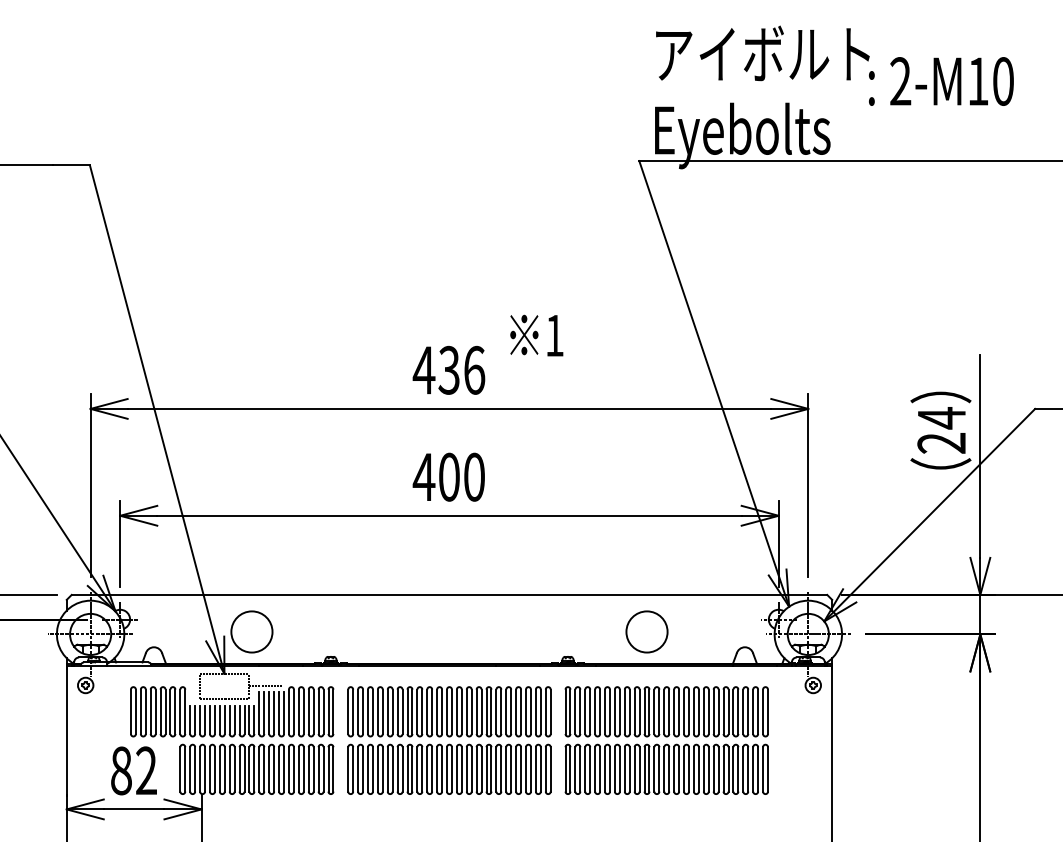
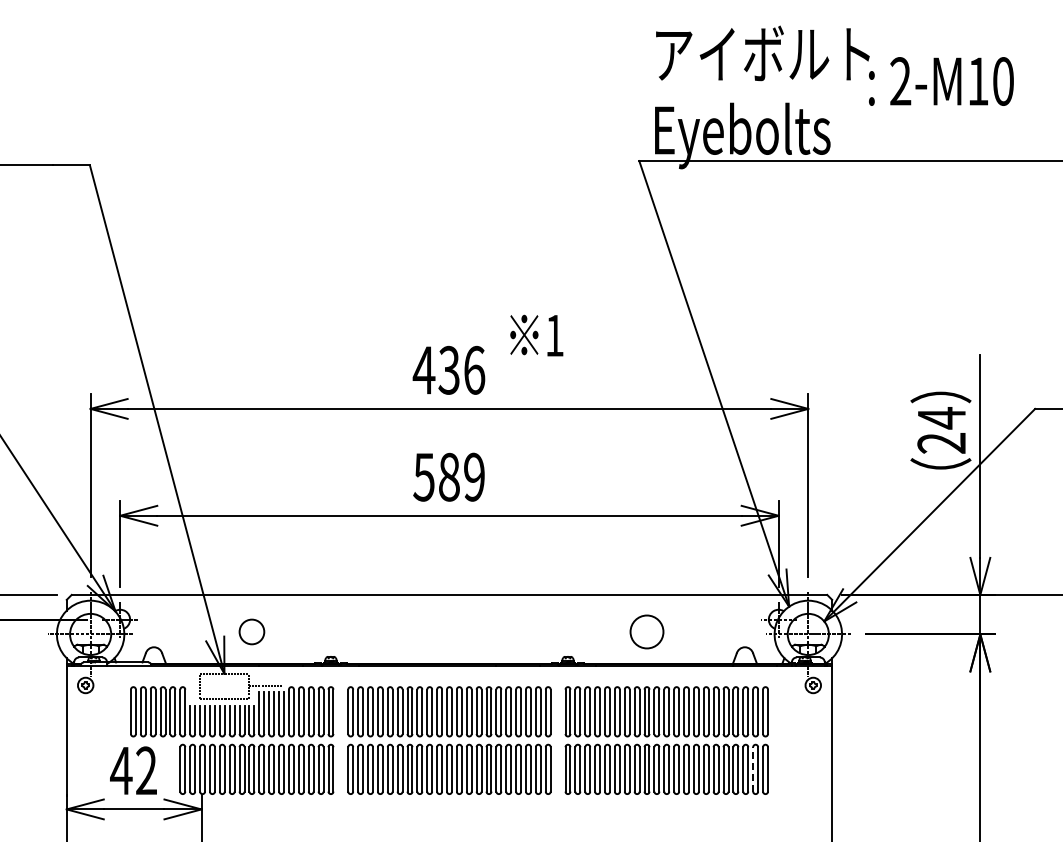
text at (448, 476): 400 -> 589
circle at (251, 631) diameter: 41 px -> 25 px
circle at (646, 631) size: 44x44 px -> 36x36 px
line at (753, 768): solid -> dashed
text at (121, 770): 82 -> 42
